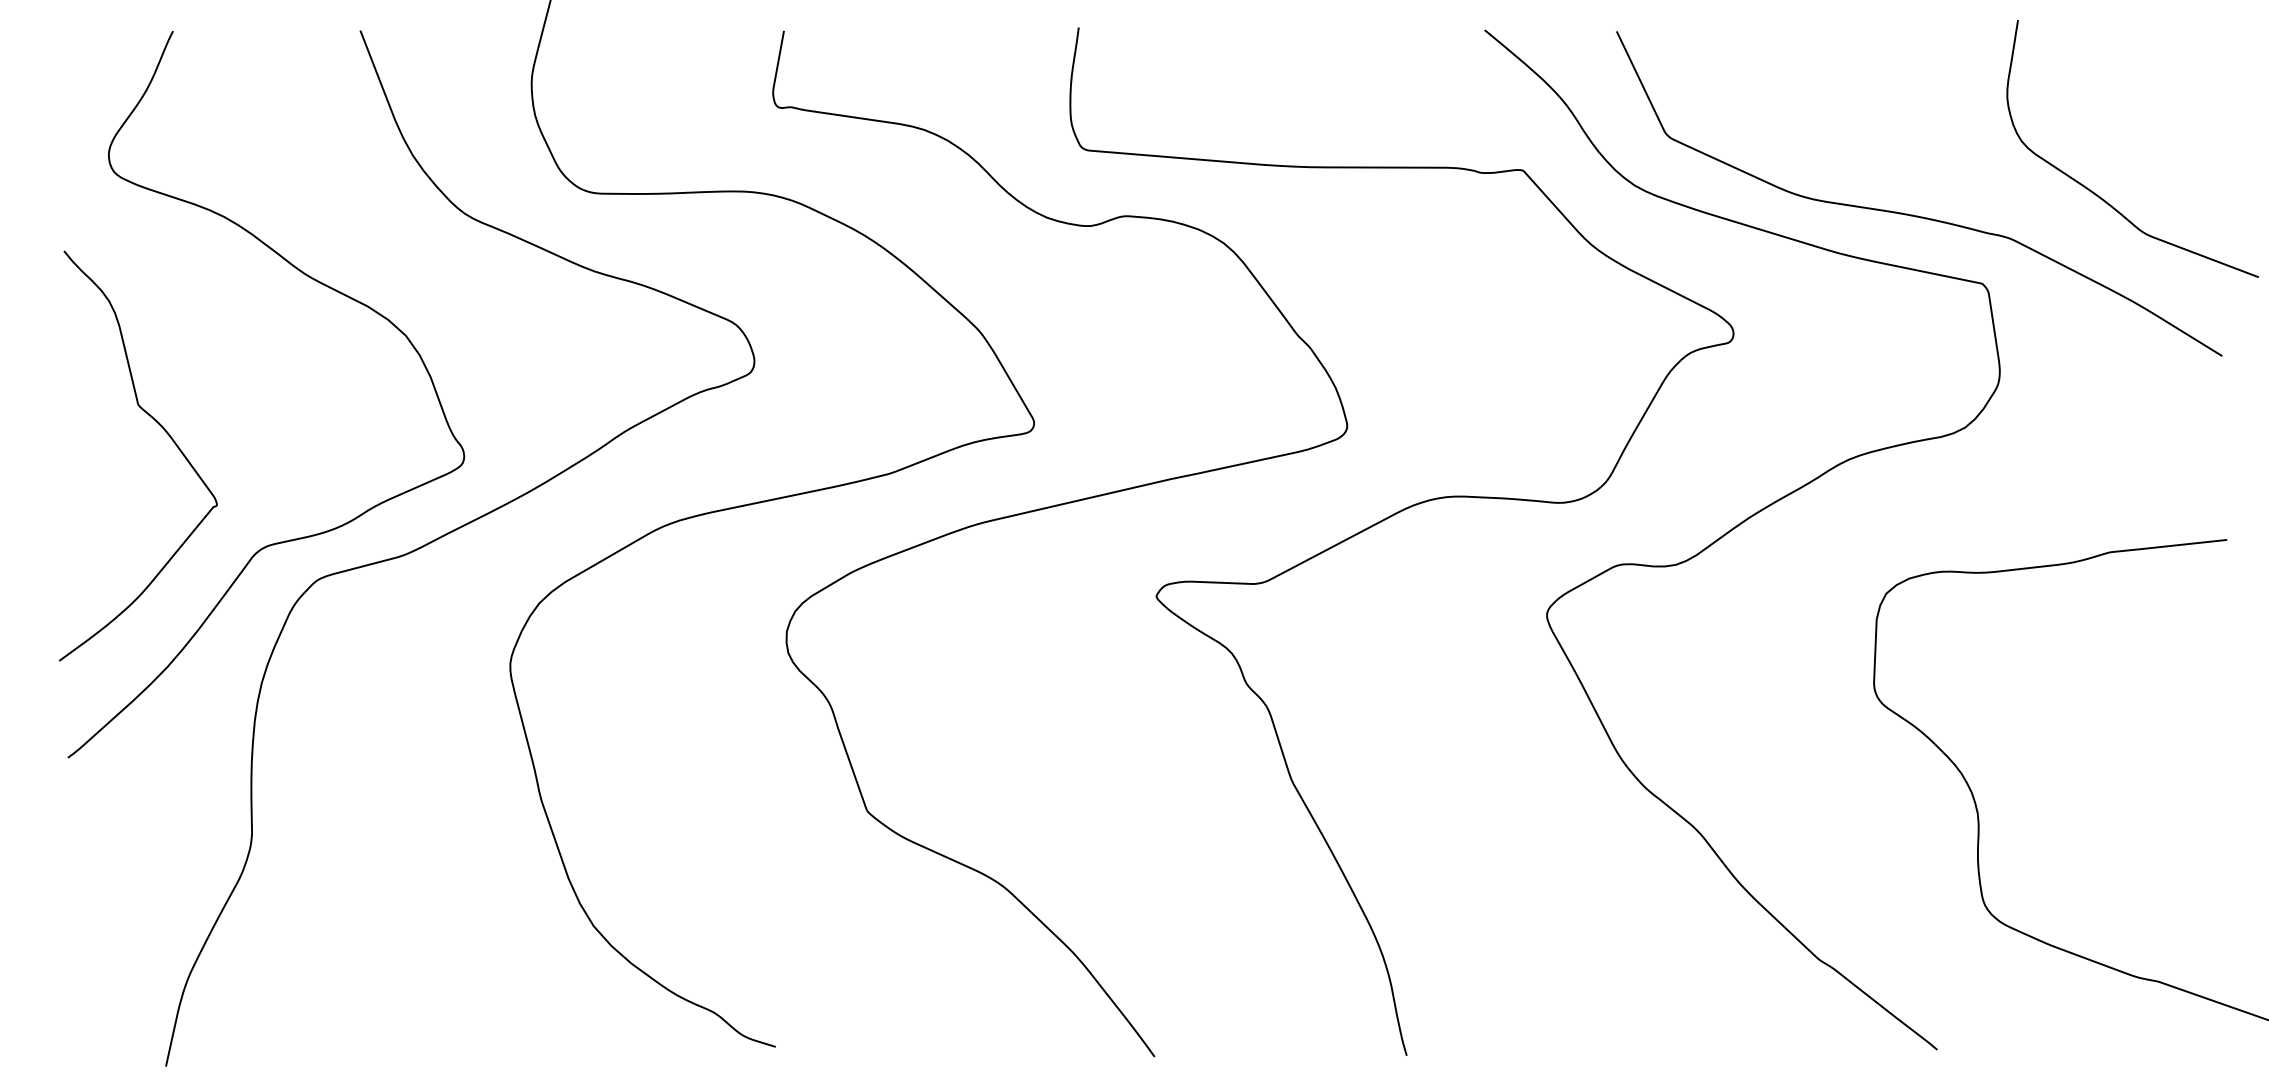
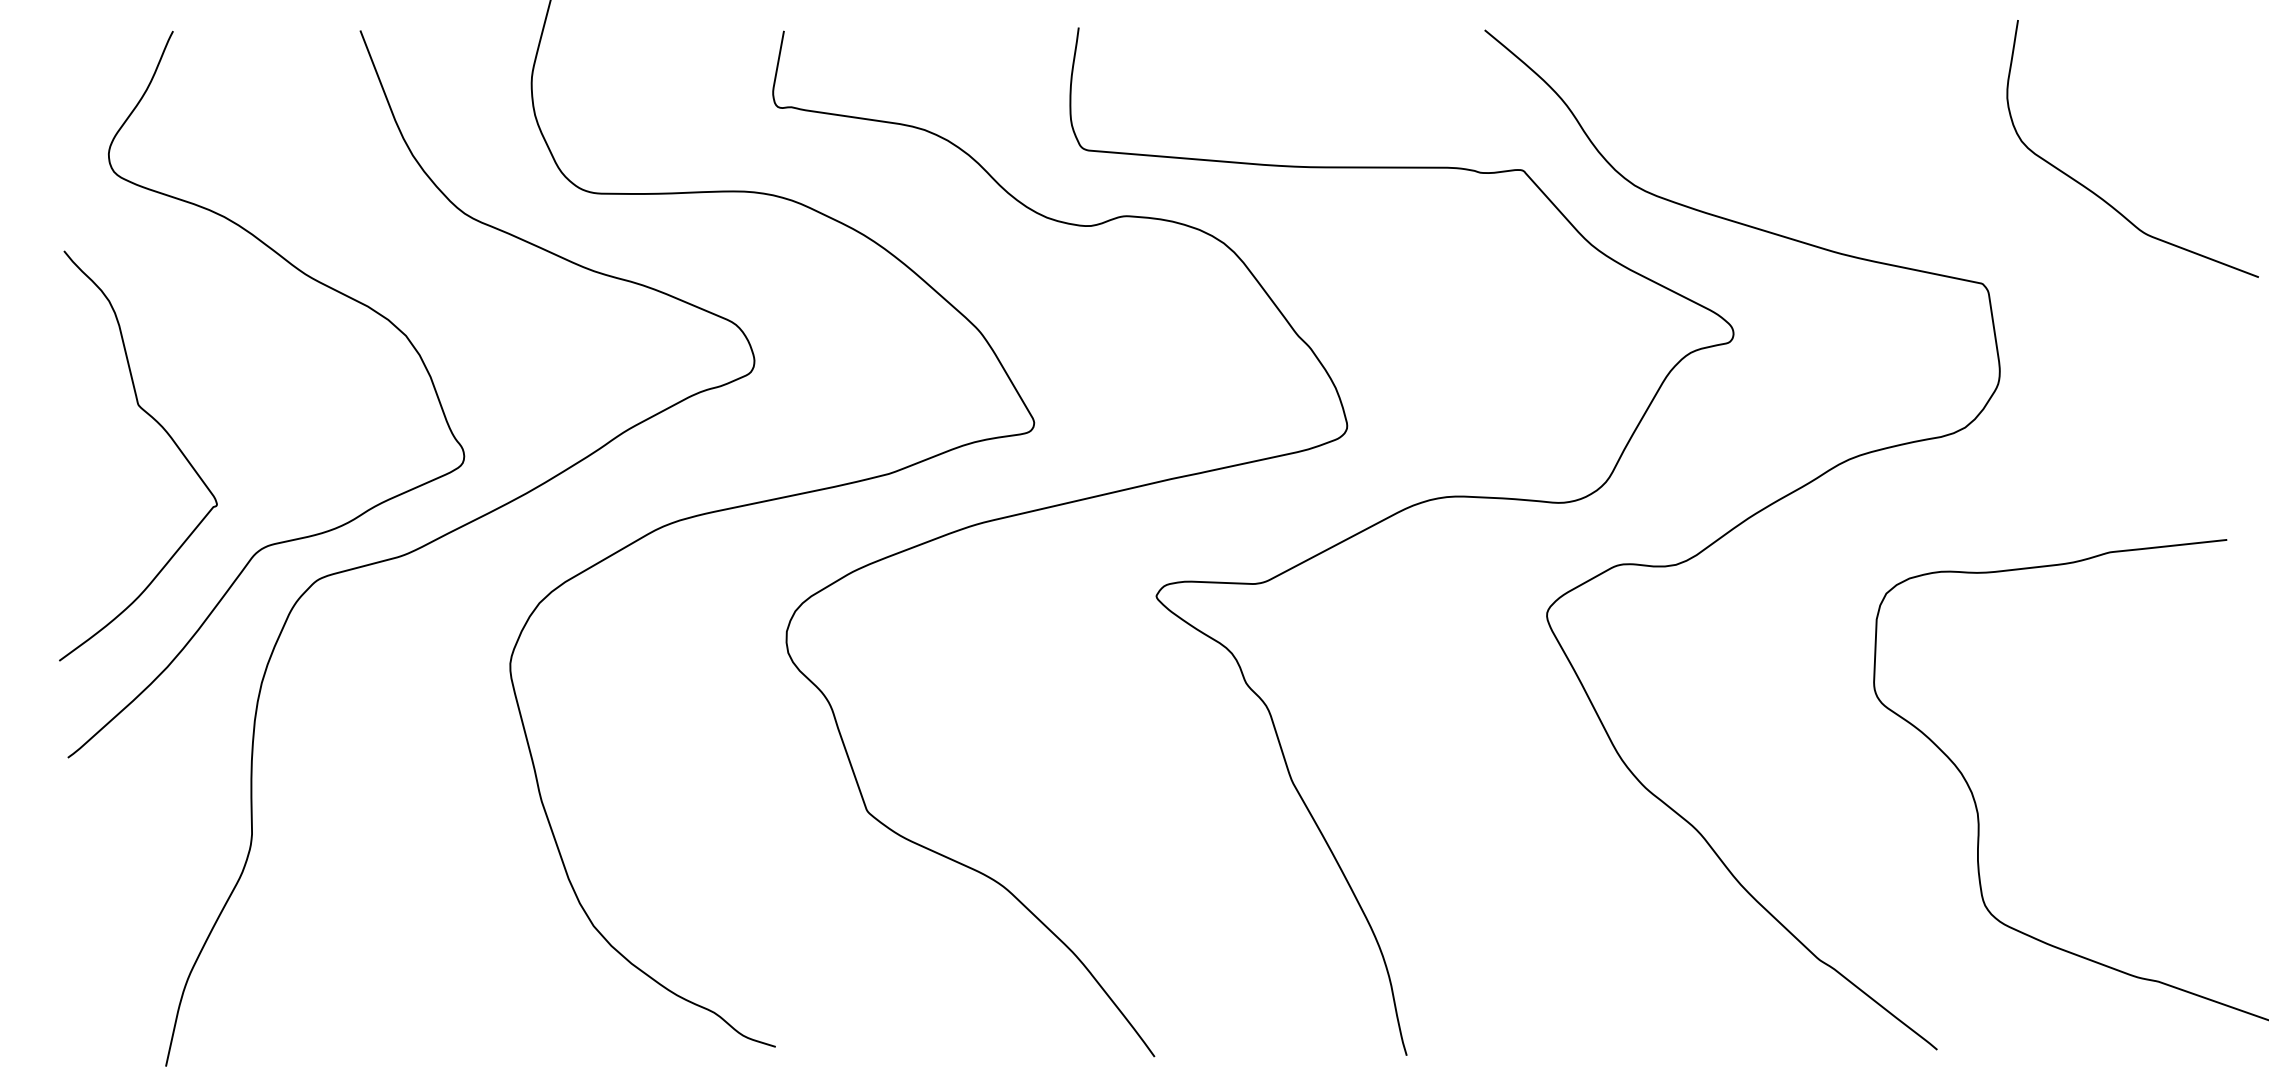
curve at (1913, 214): present -> none
